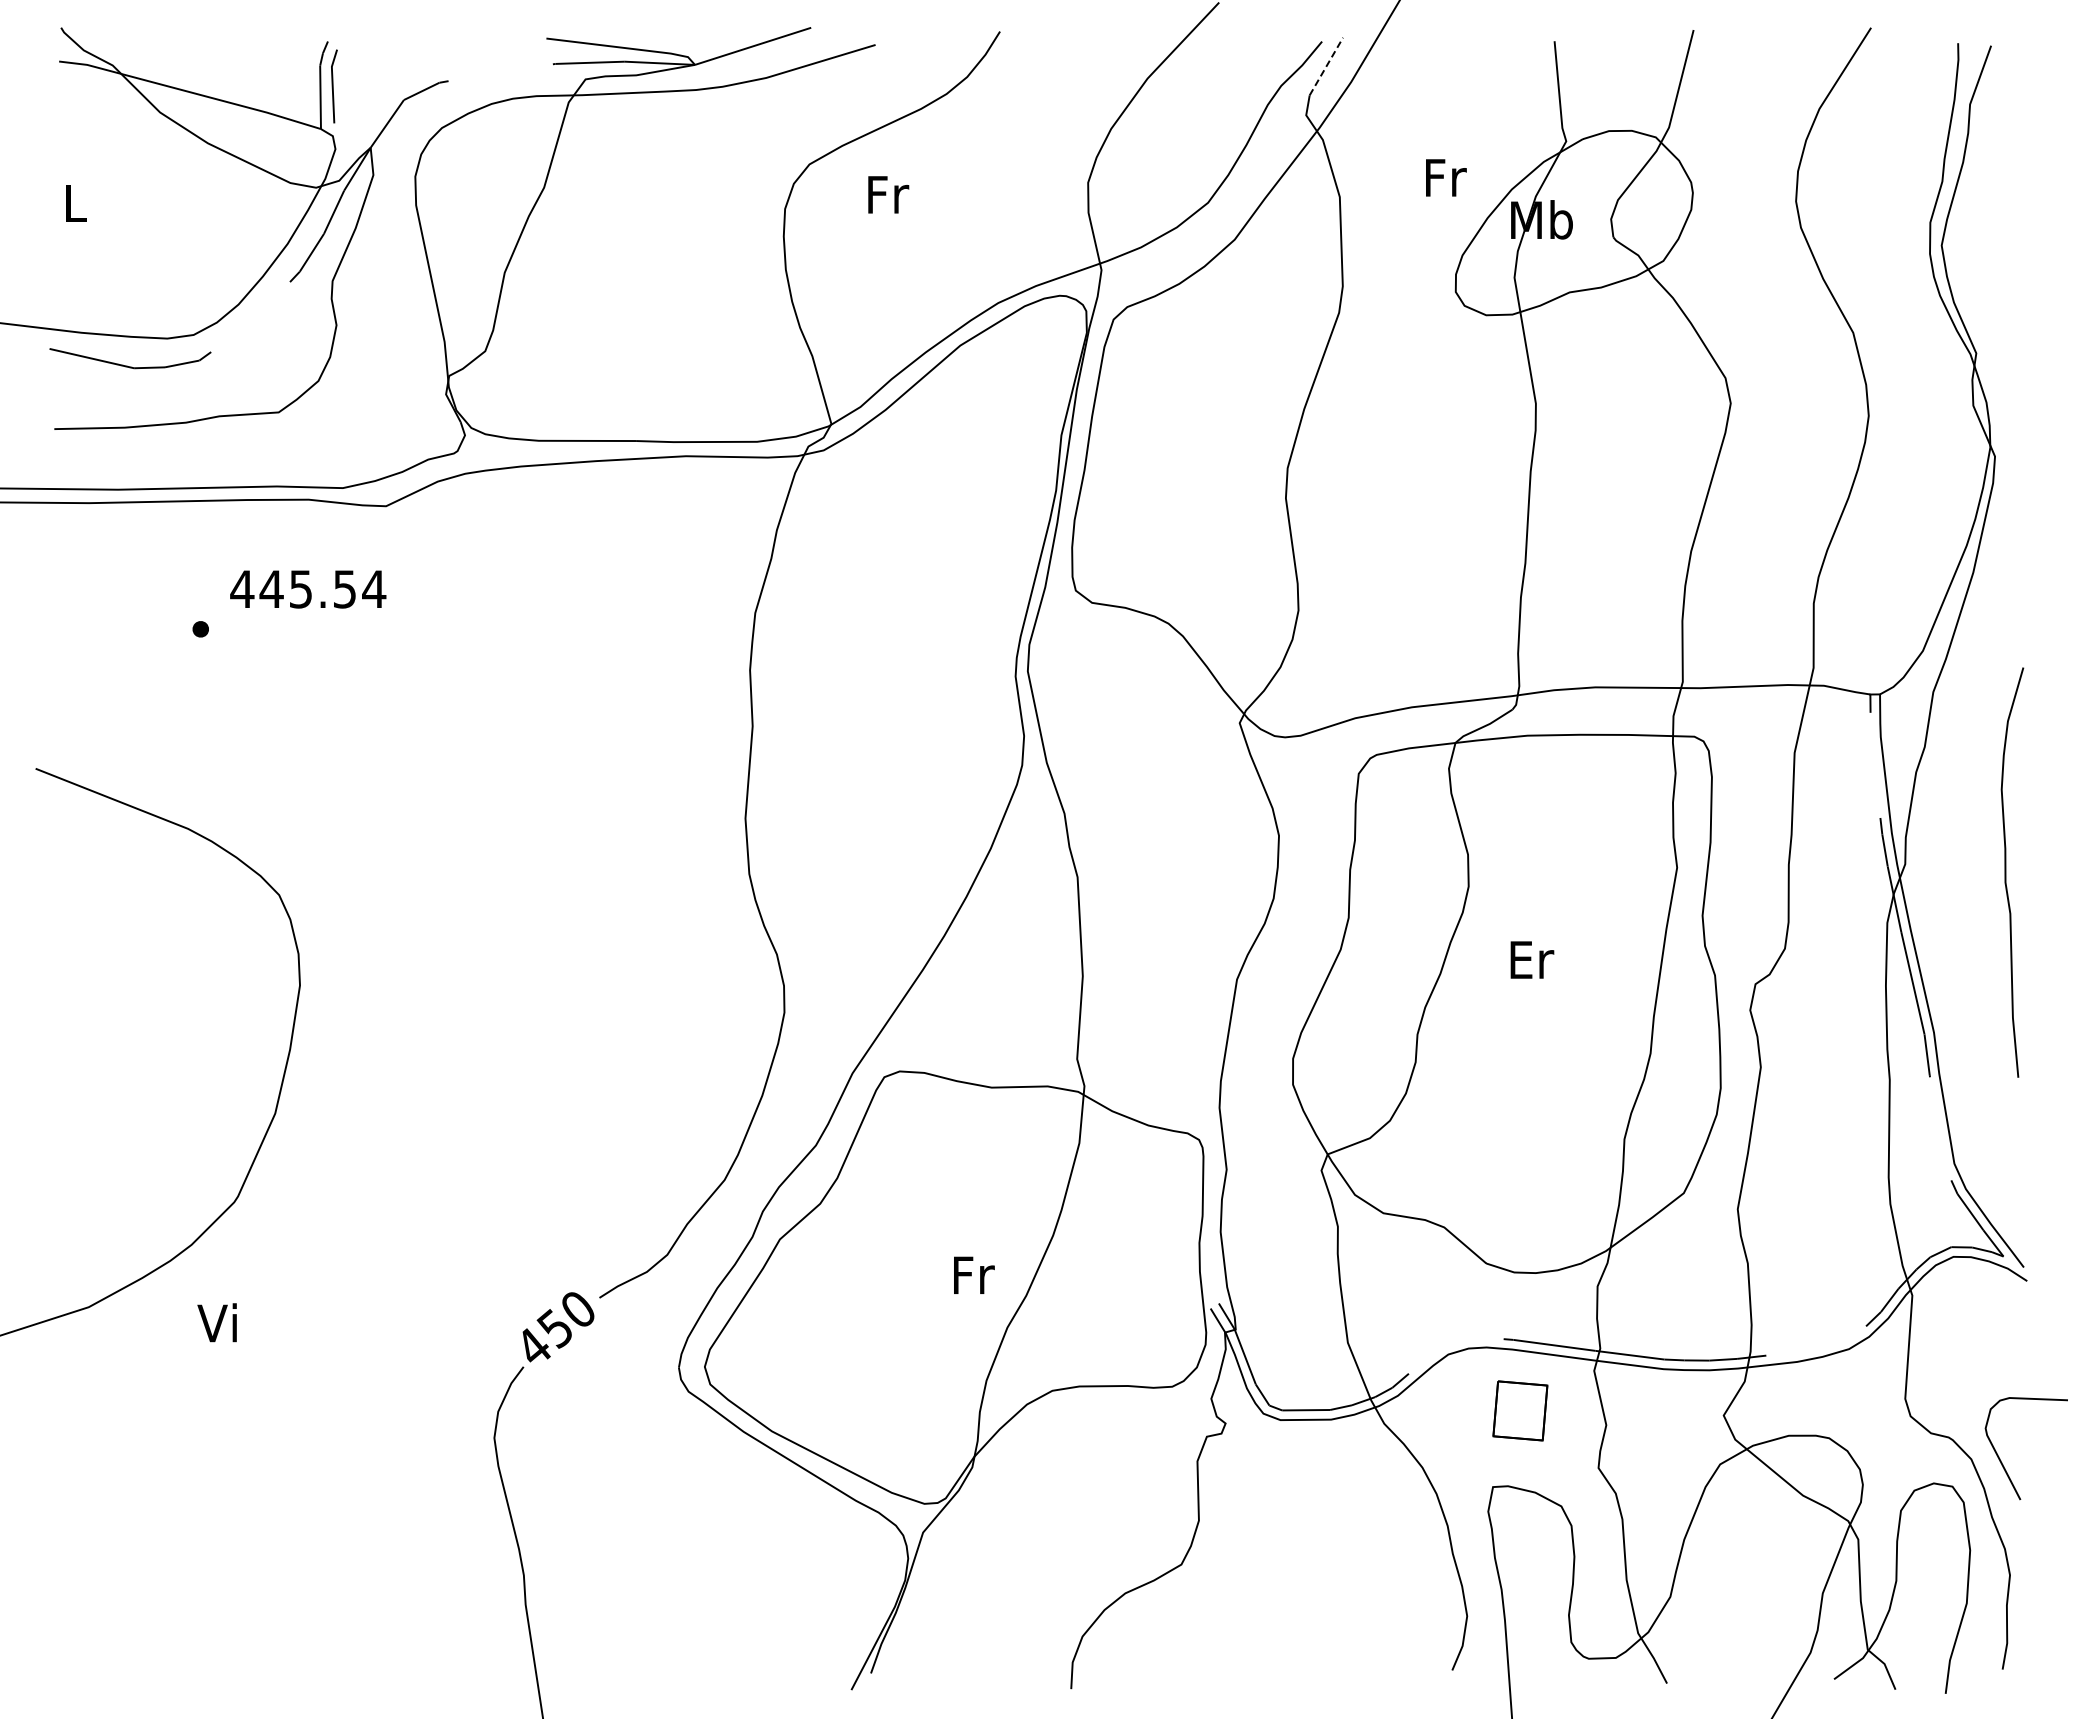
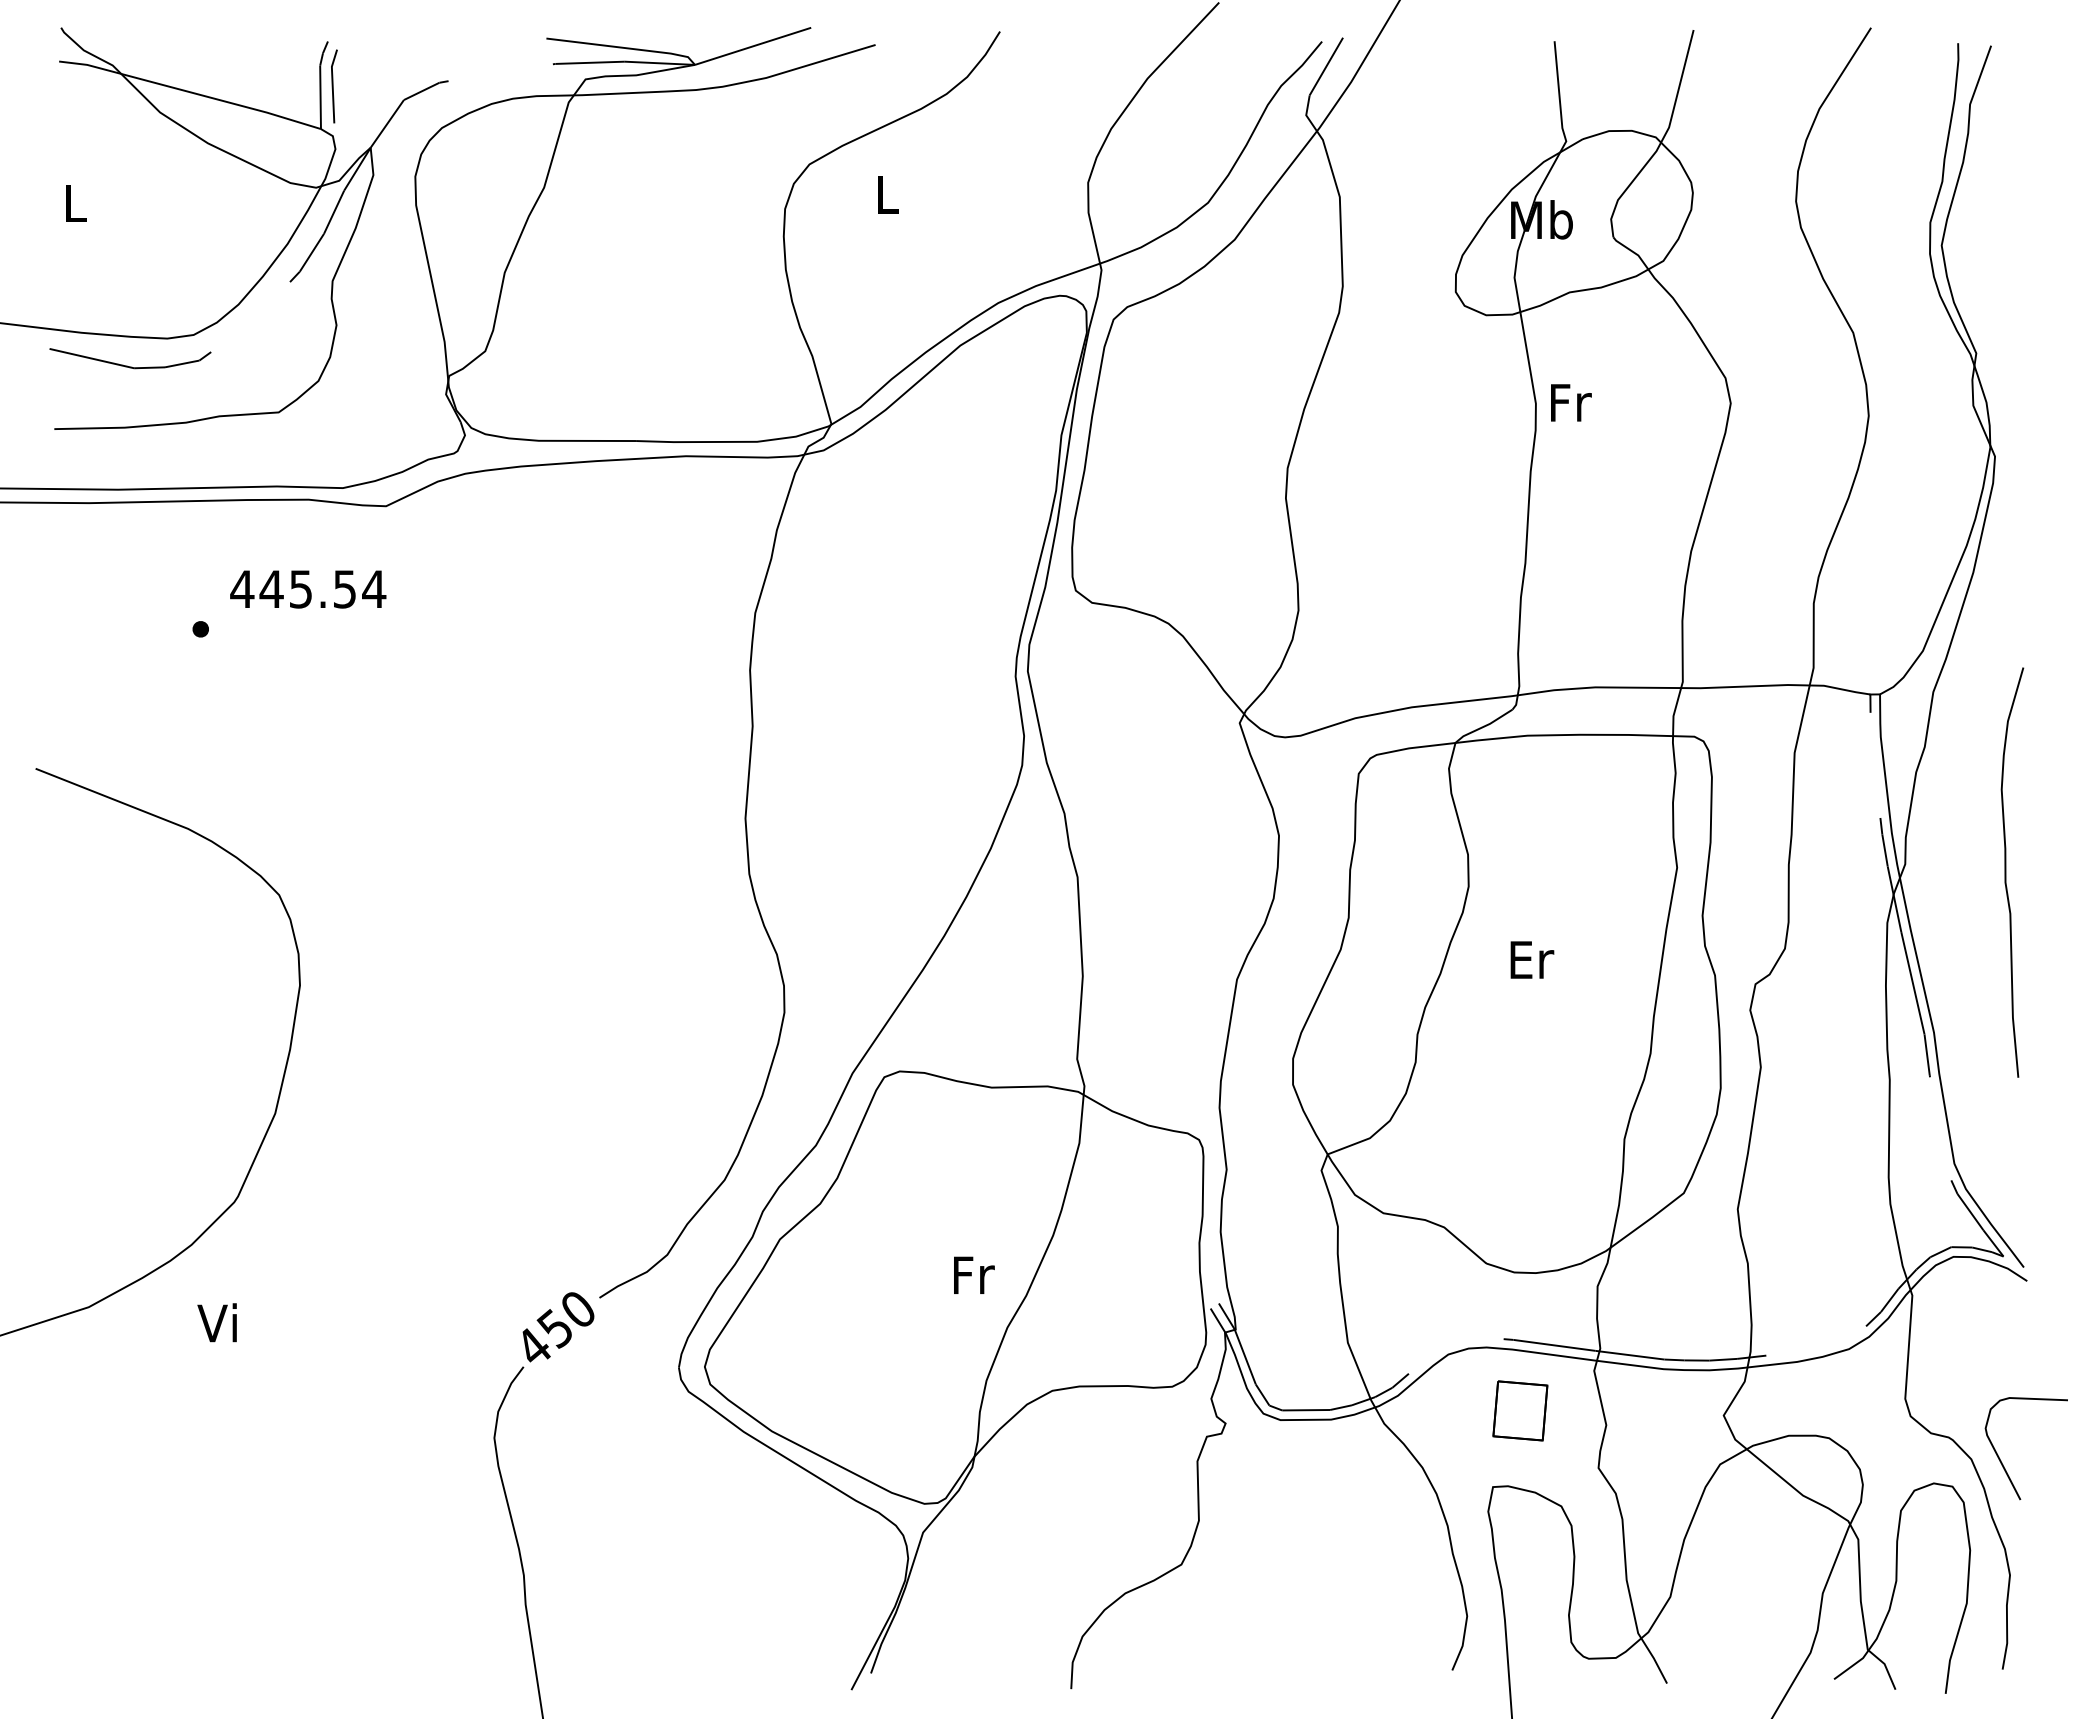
line at (1326, 66): dashed -> solid
text at (1446, 177) position: (1446, 177) -> (1571, 402)
text at (888, 194): Fr -> L
